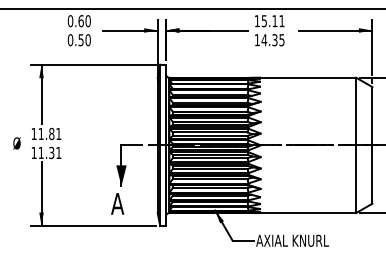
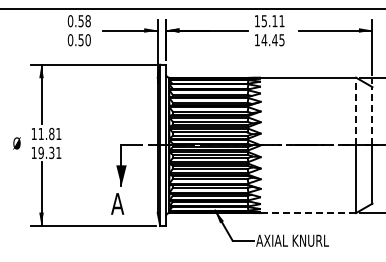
text at (84, 21): 0.60 -> 0.58
text at (274, 40): 14.35 -> 14.45
line at (356, 111): solid -> dashed
line at (372, 115): solid -> dashed
text at (40, 152): 11.31 -> 19.31
line at (308, 213): solid -> dashed
